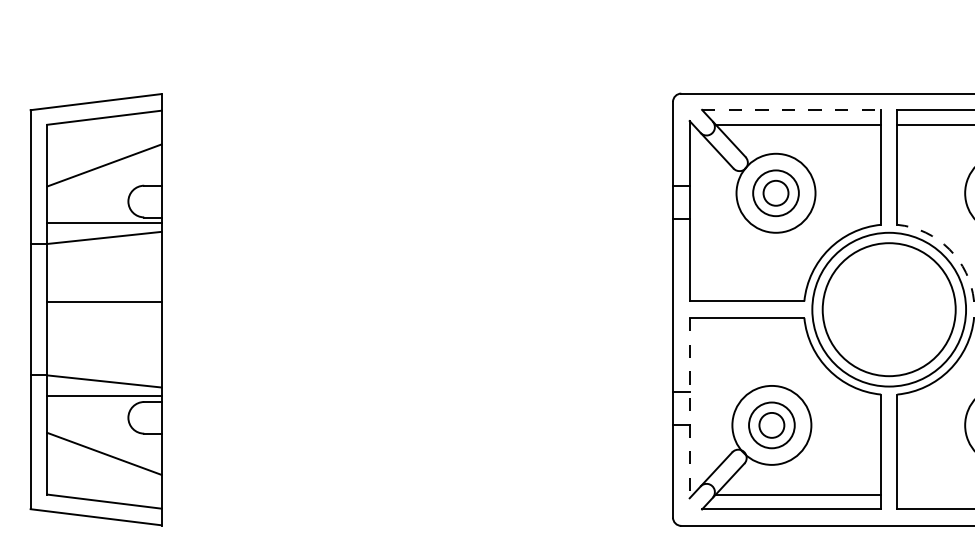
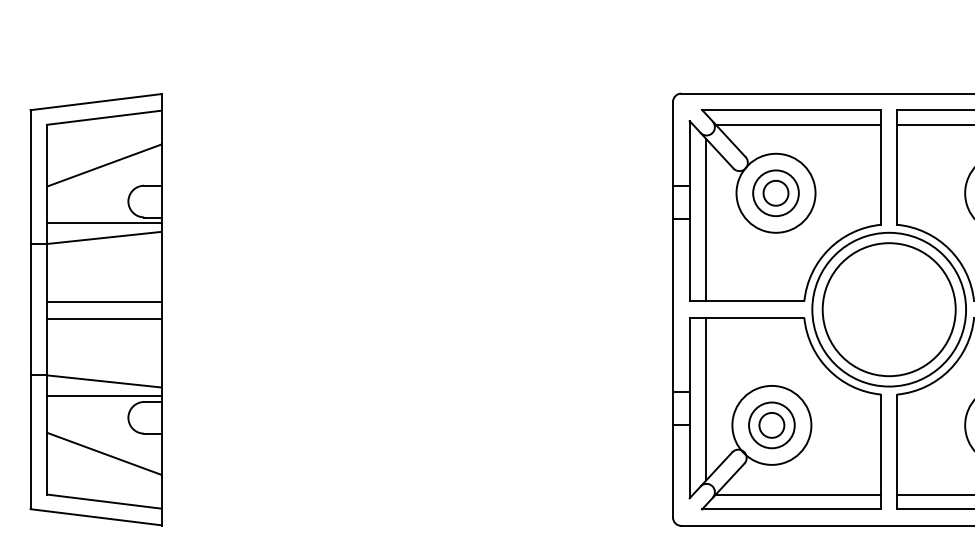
line at (792, 109): dashed -> solid
line at (706, 220): none -> present
arc at (949, 249): dashed -> solid
line at (104, 318): none -> present
line at (706, 399): none -> present
line at (689, 408): dashed -> solid
line at (934, 494): none -> present
